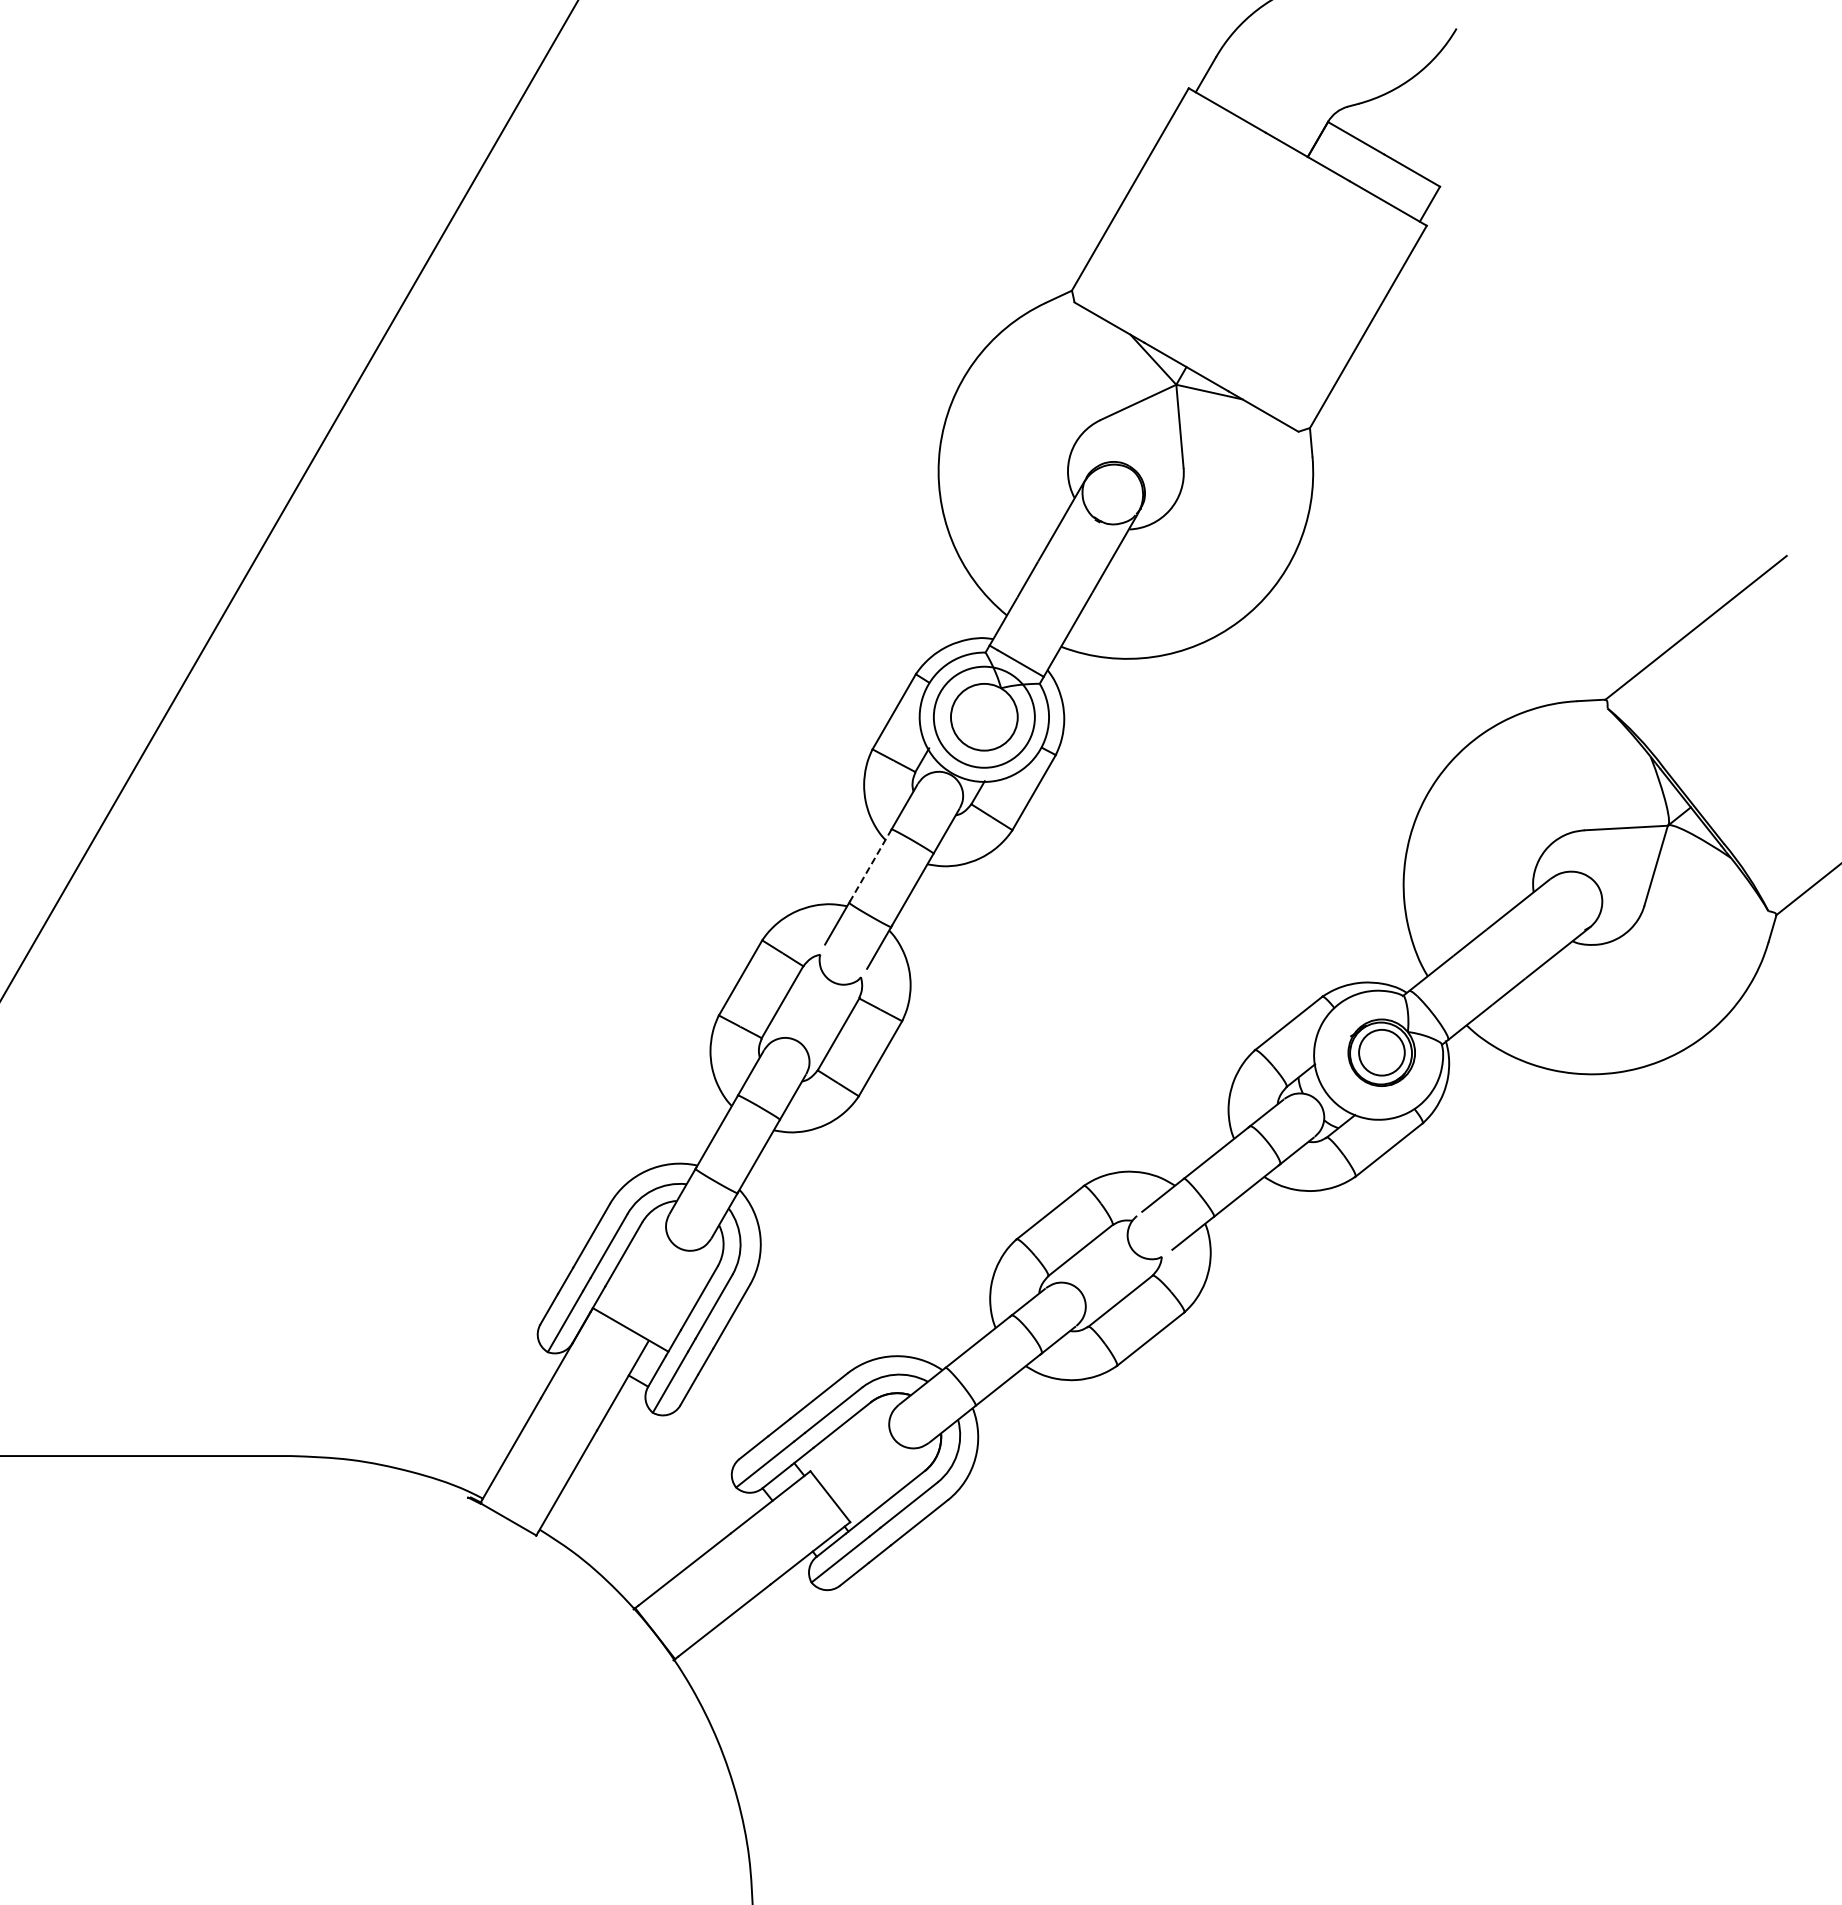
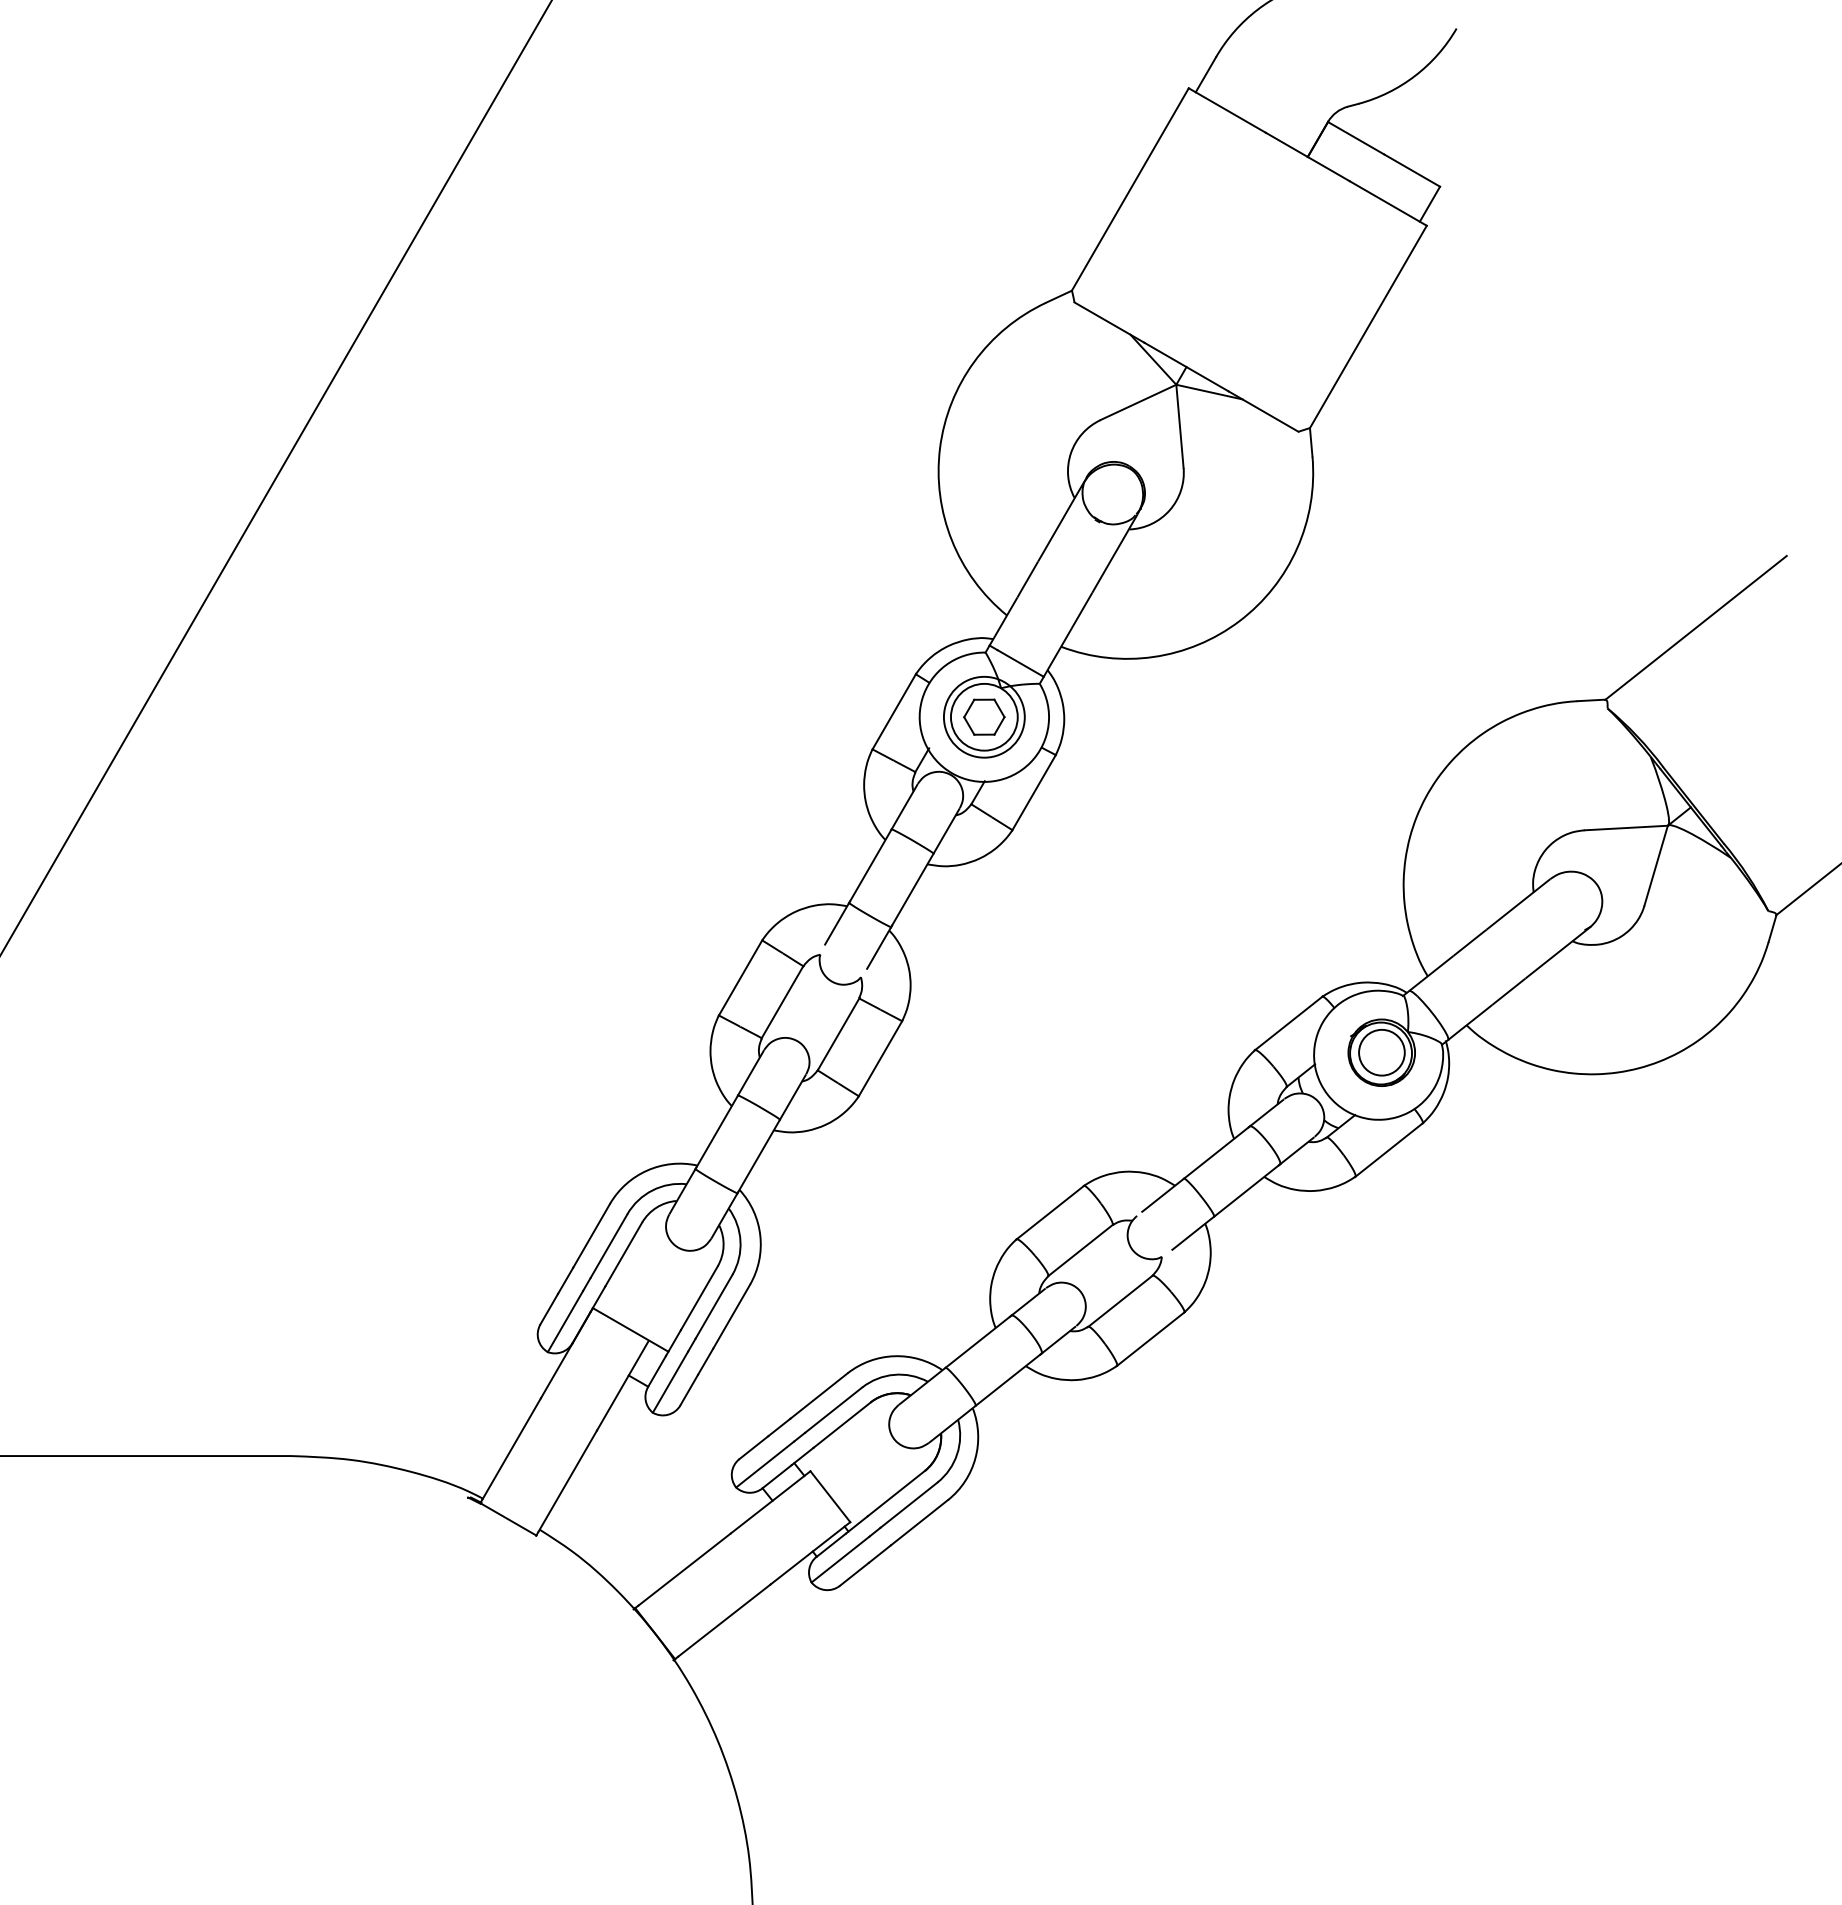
line at (289, 499) position: (289, 499) -> (276, 477)
circle at (983, 716) diameter: 101 px -> 81 px
part at (984, 716): none -> present
line at (870, 866): dashed -> solid
